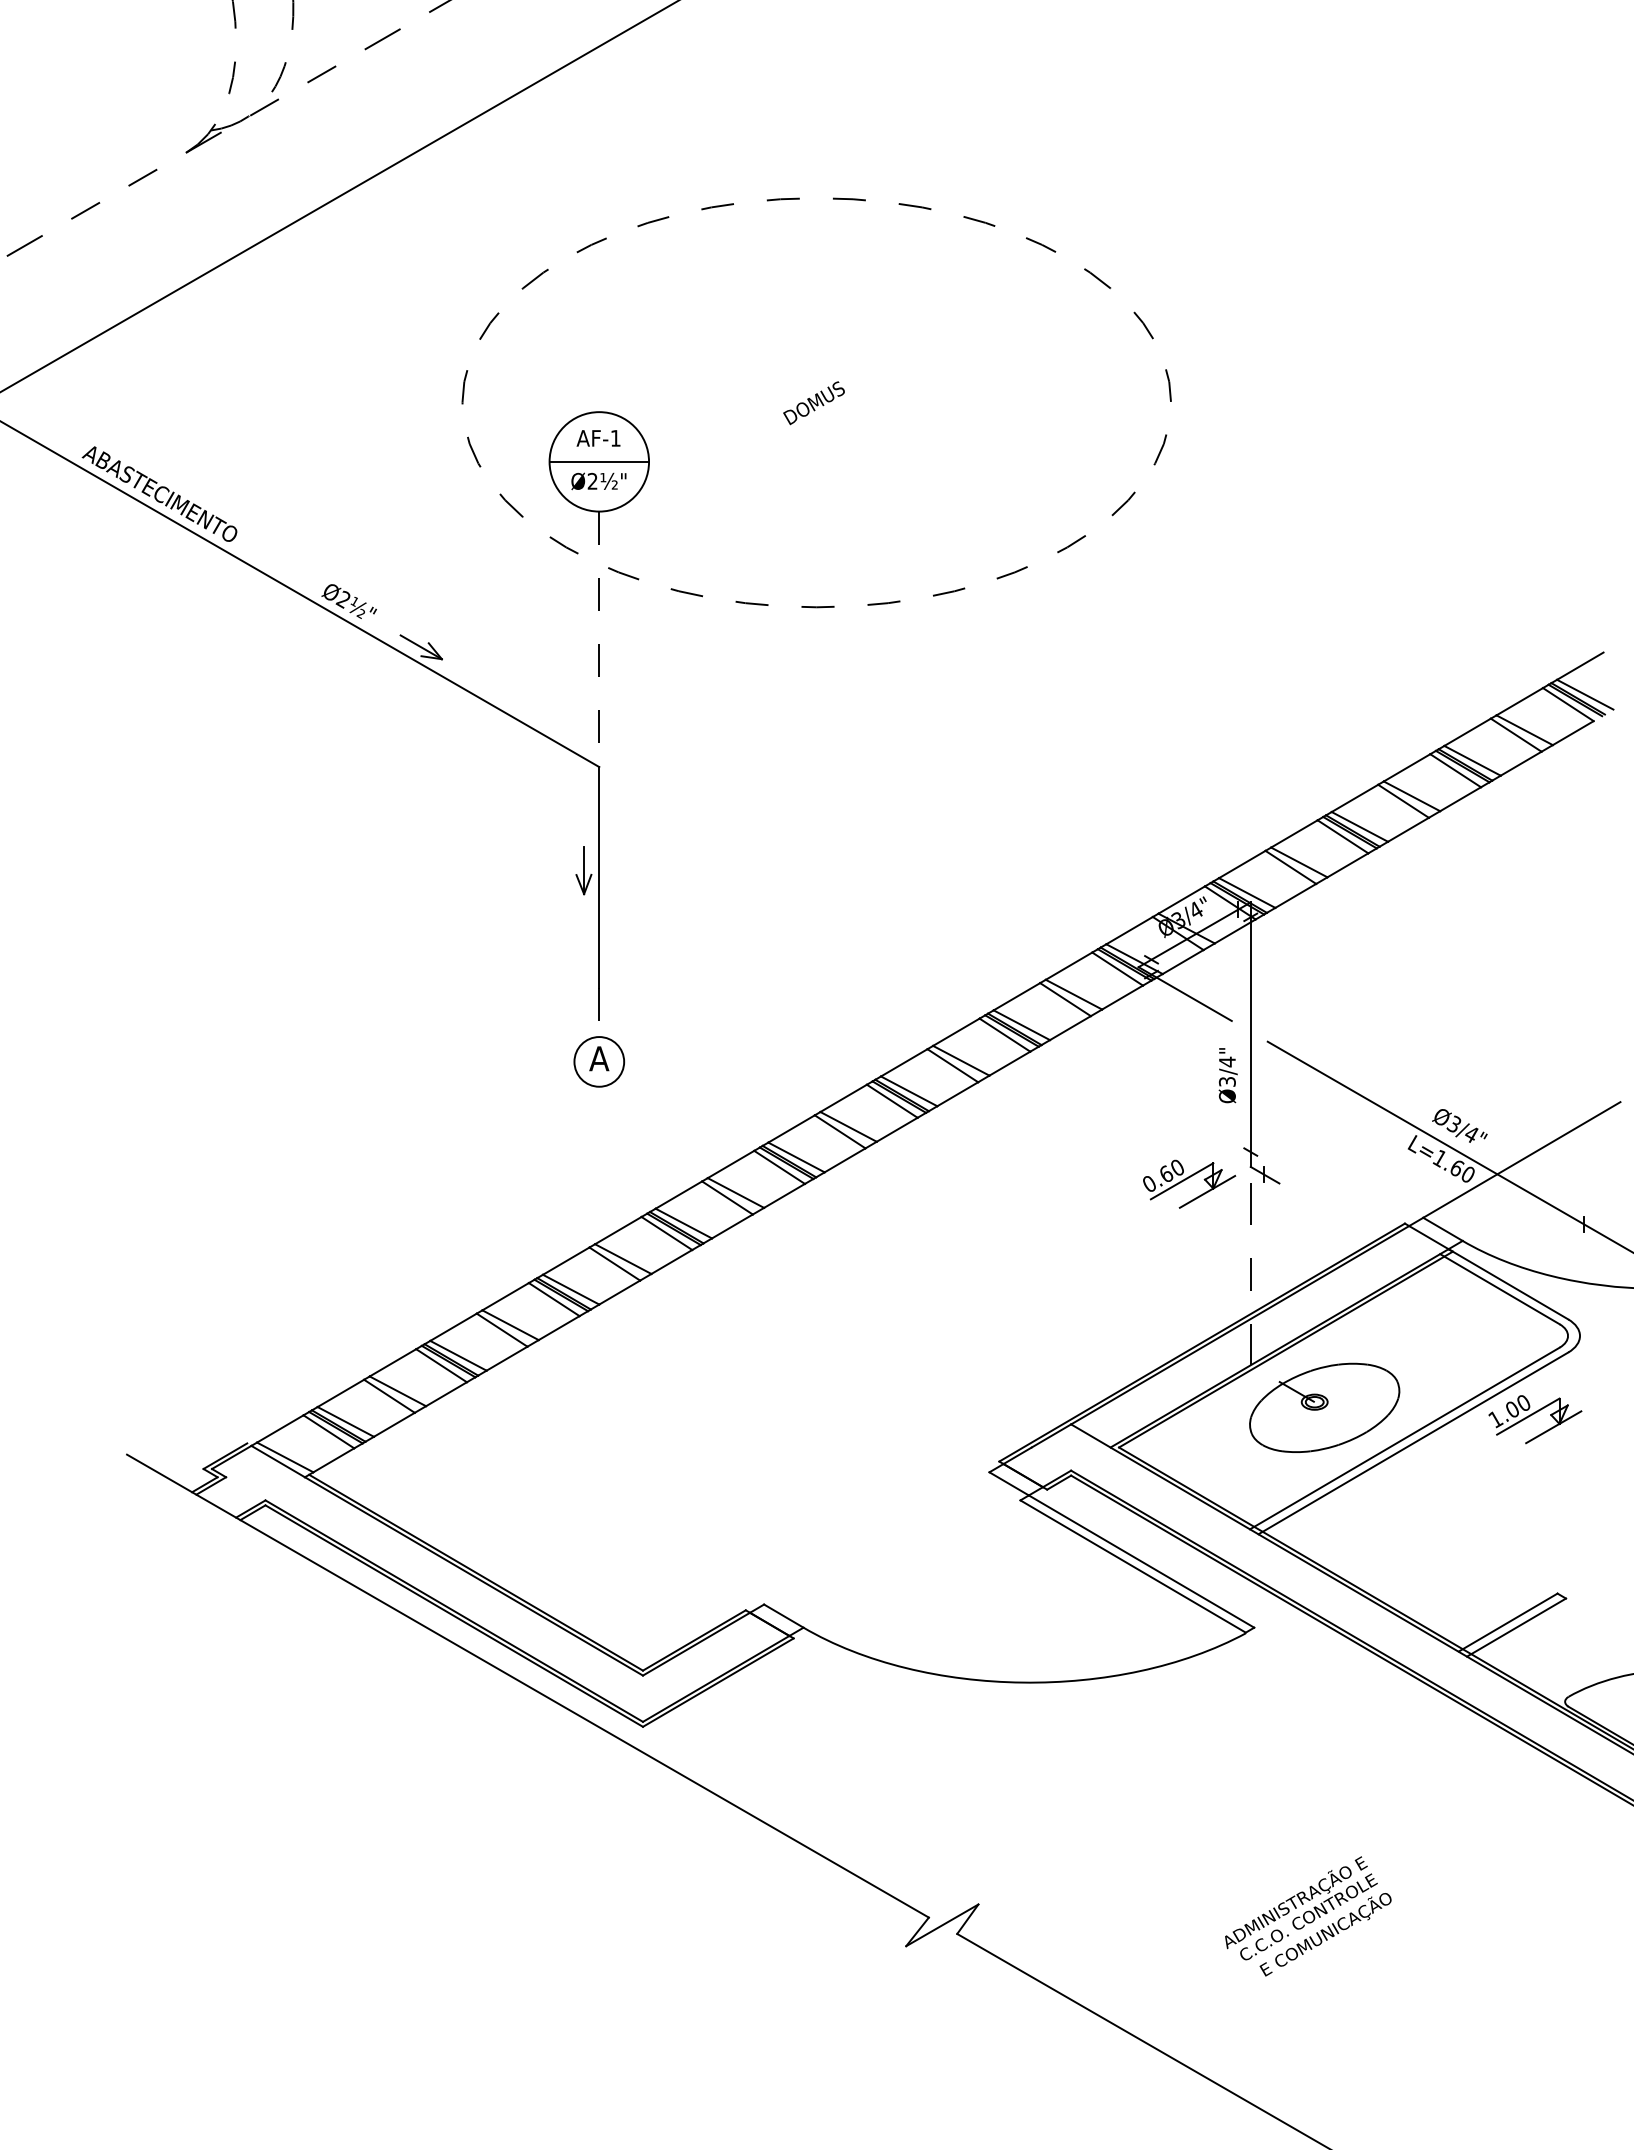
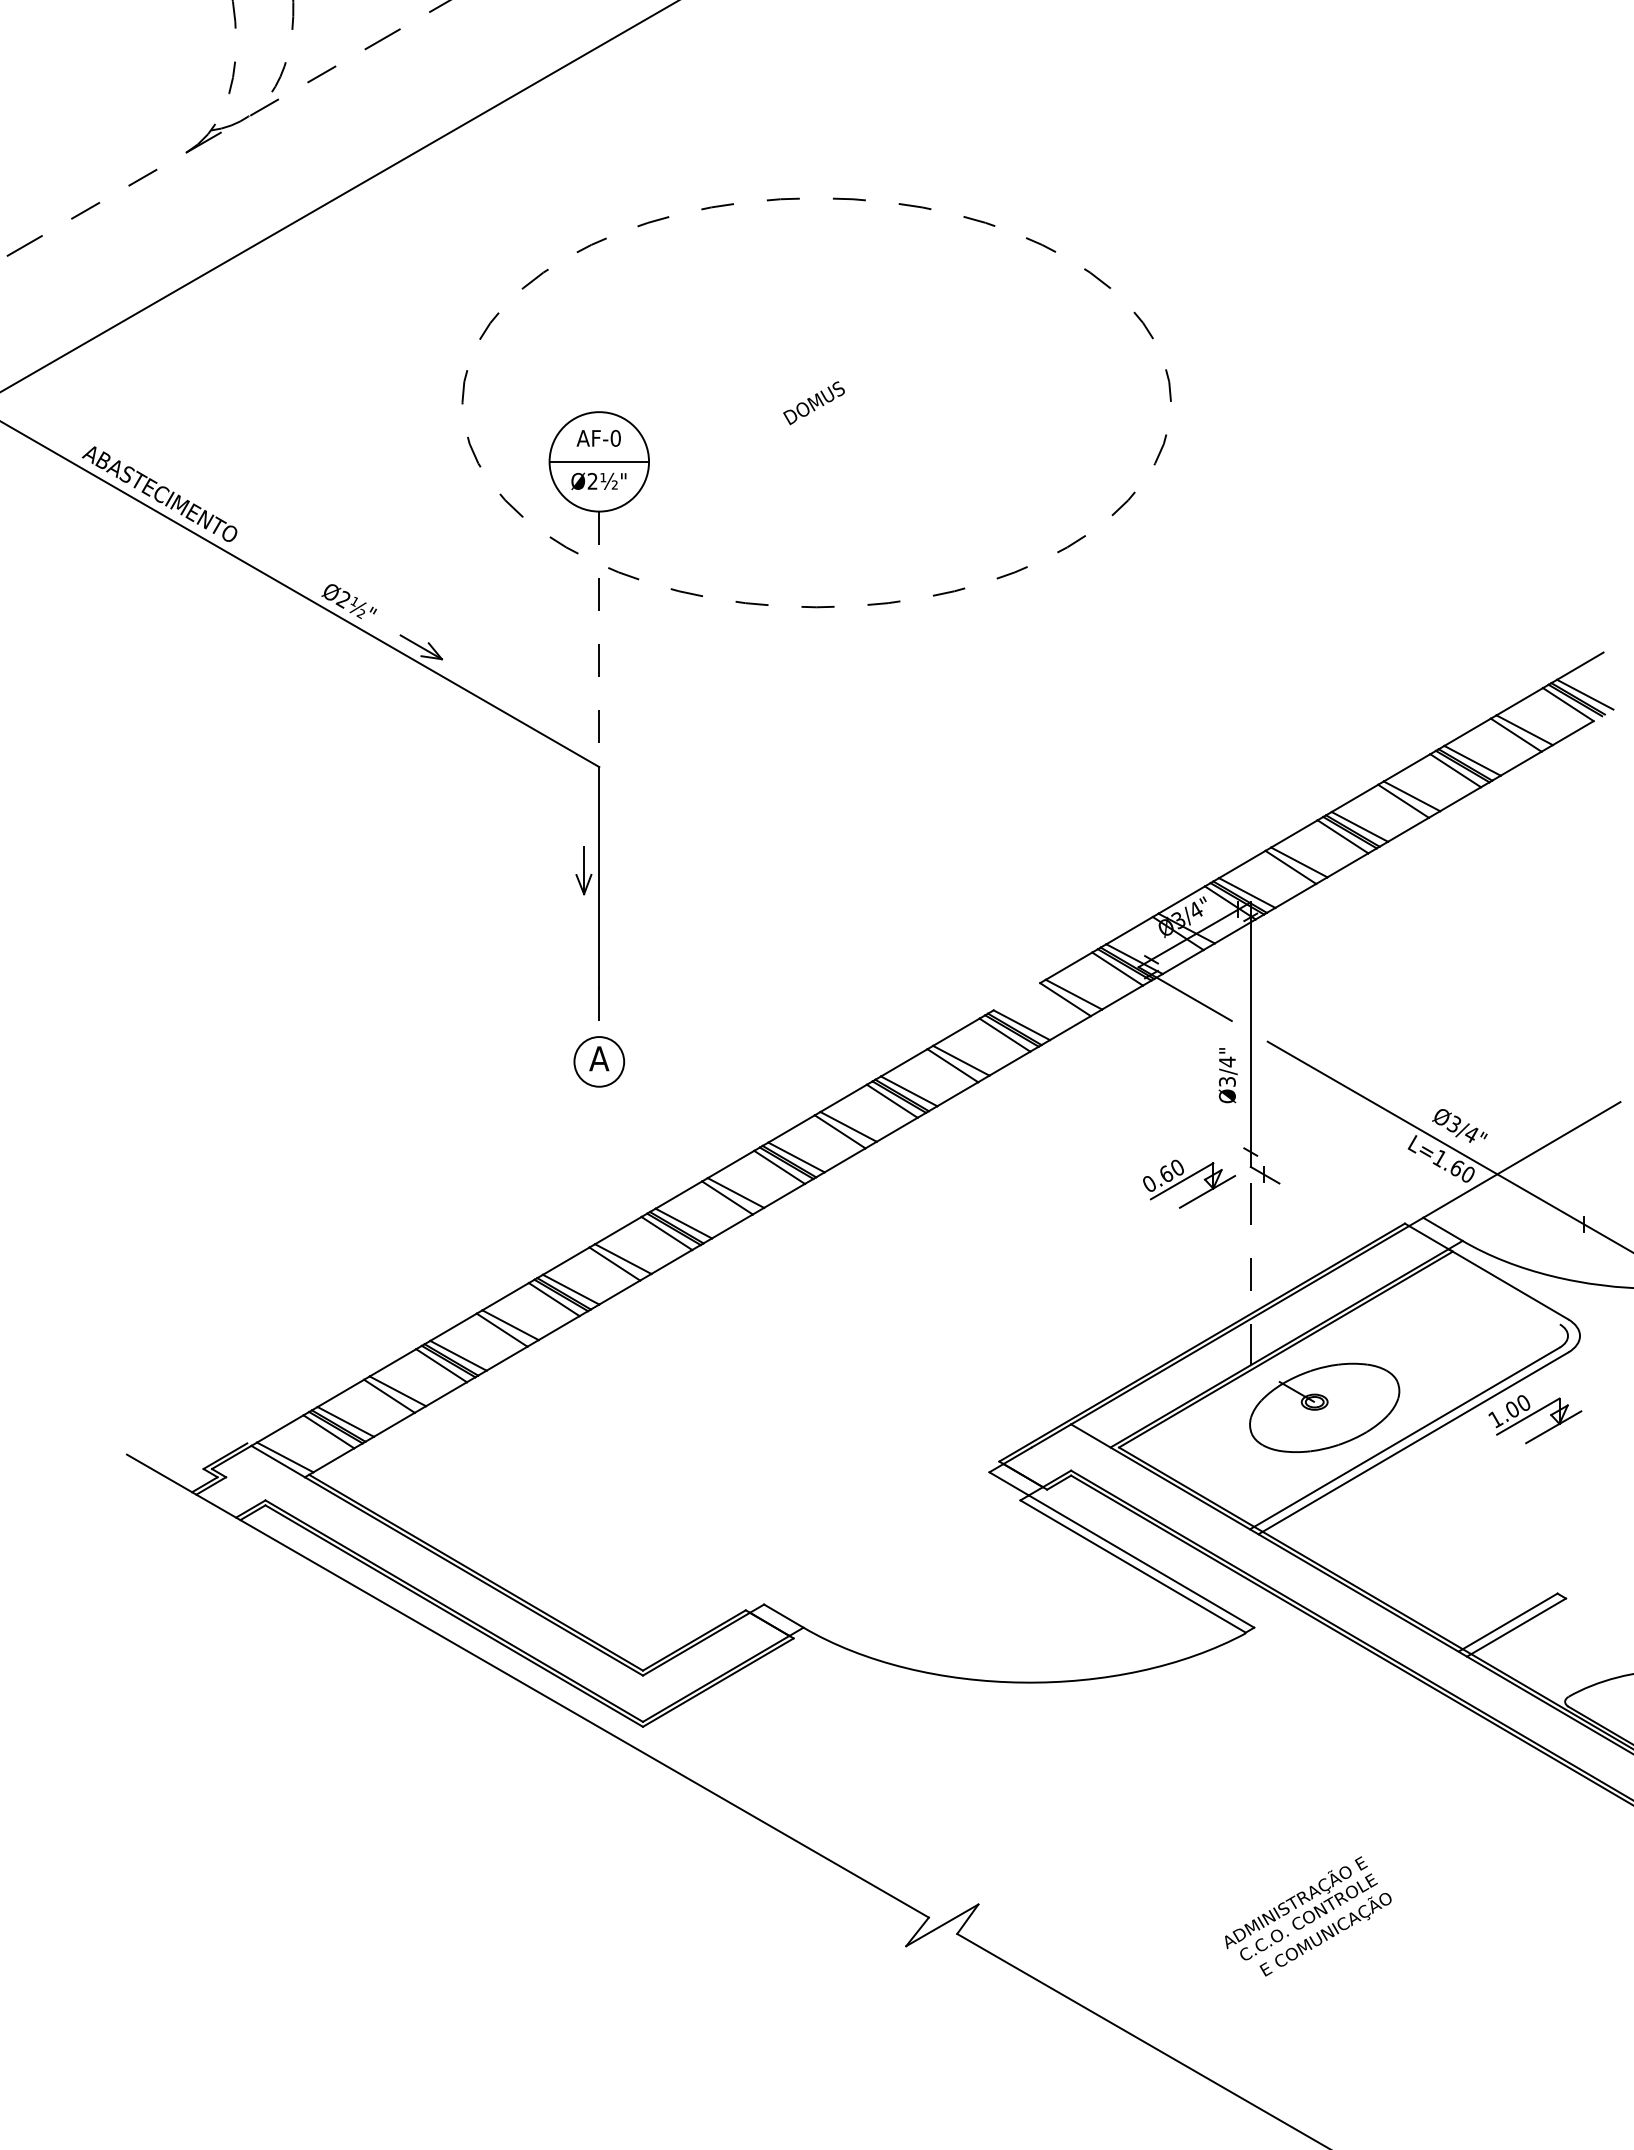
text at (615, 437): AF-1 -> AF-0
line at (1016, 996): present -> none
line at (1499, 1289): present -> none
